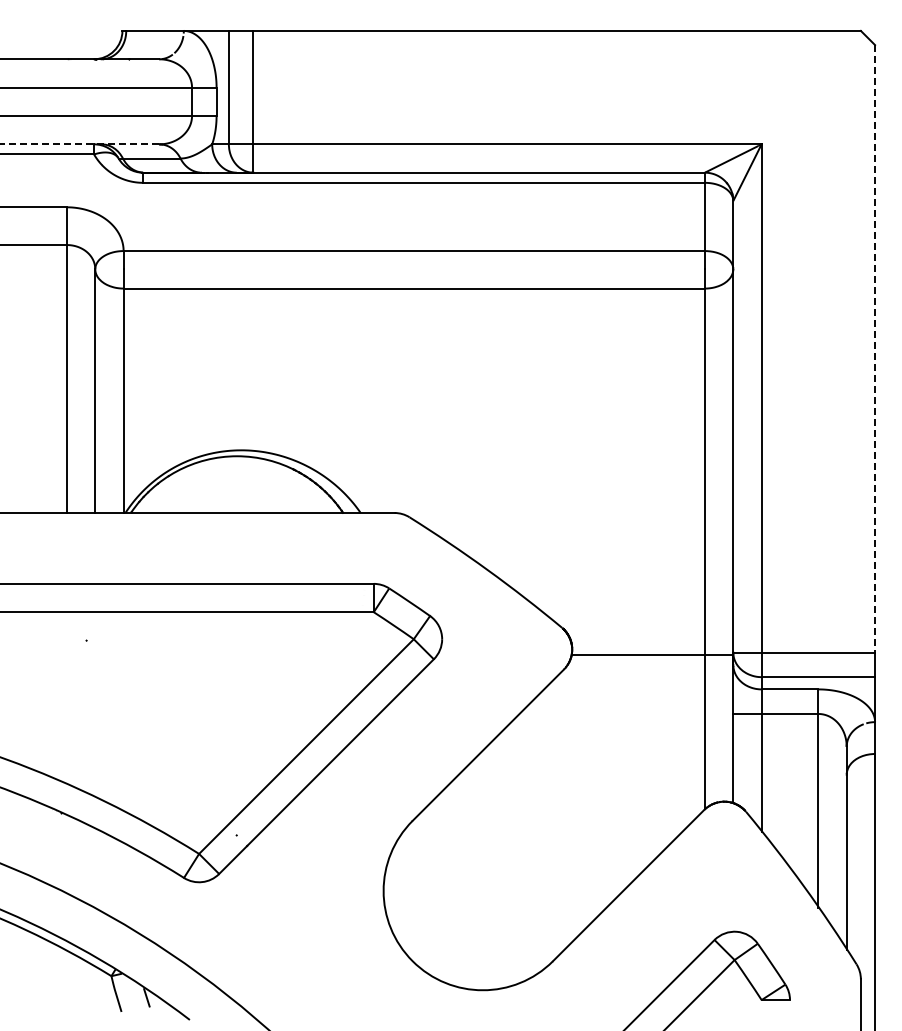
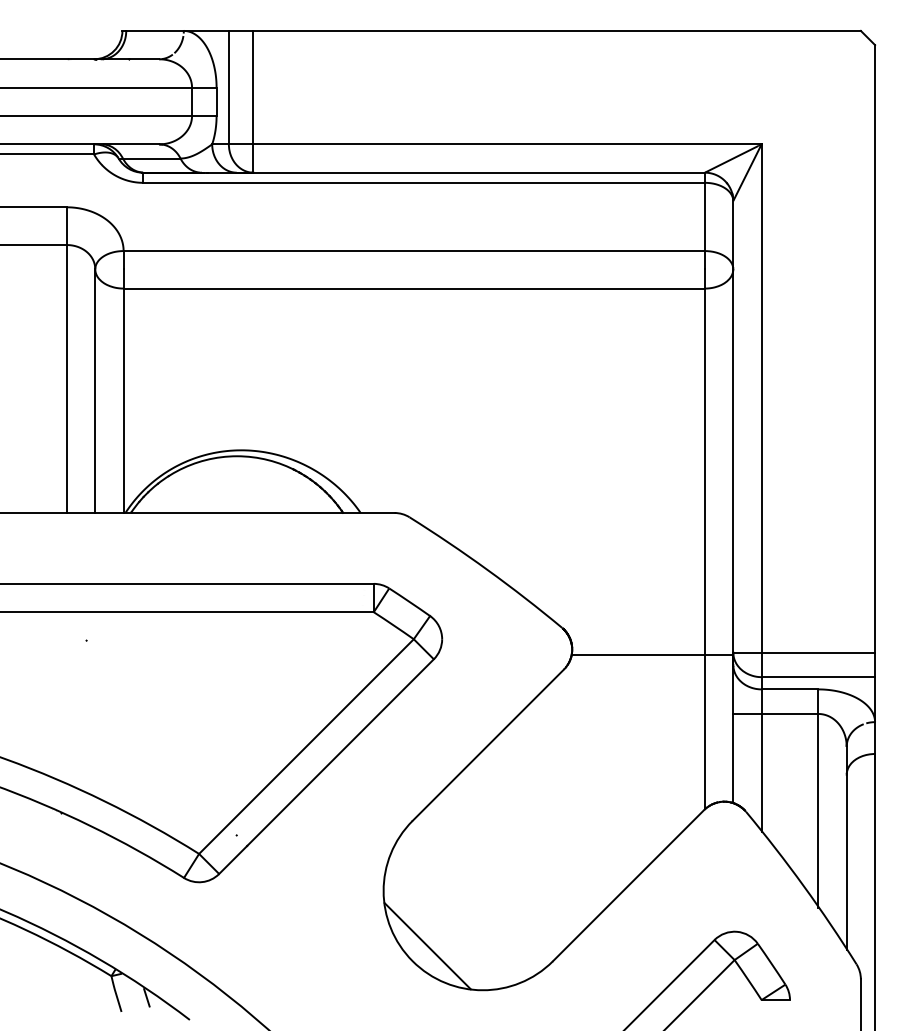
line at (79, 144): dashed -> solid
line at (875, 348): dashed -> solid
line at (427, 946): none -> present
